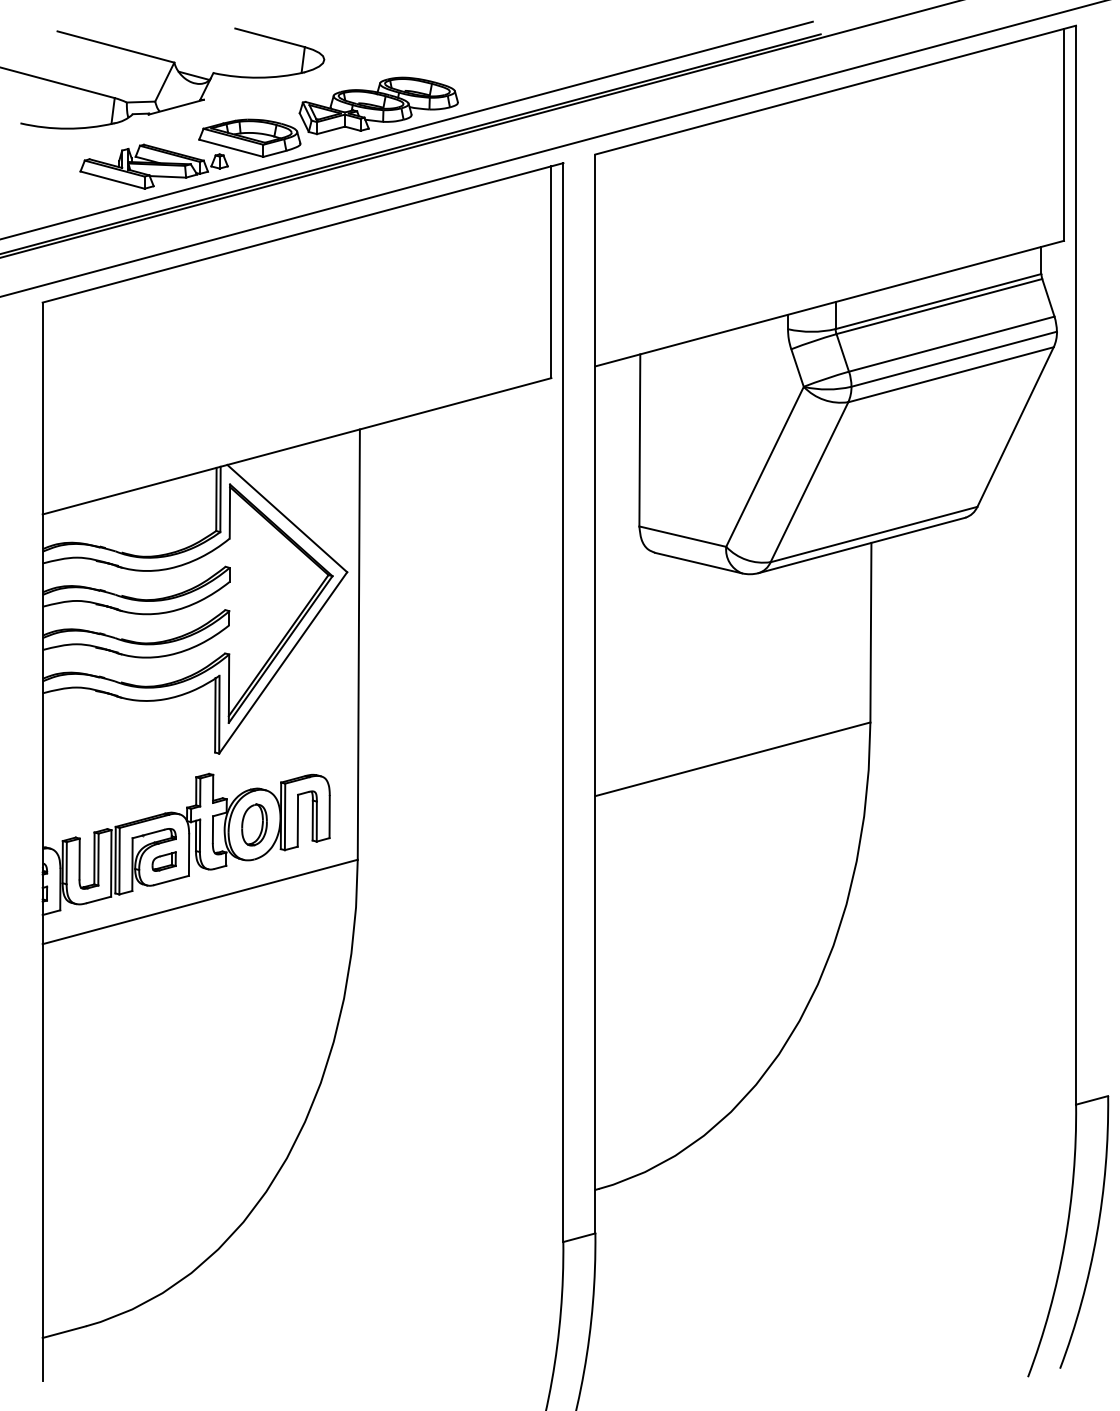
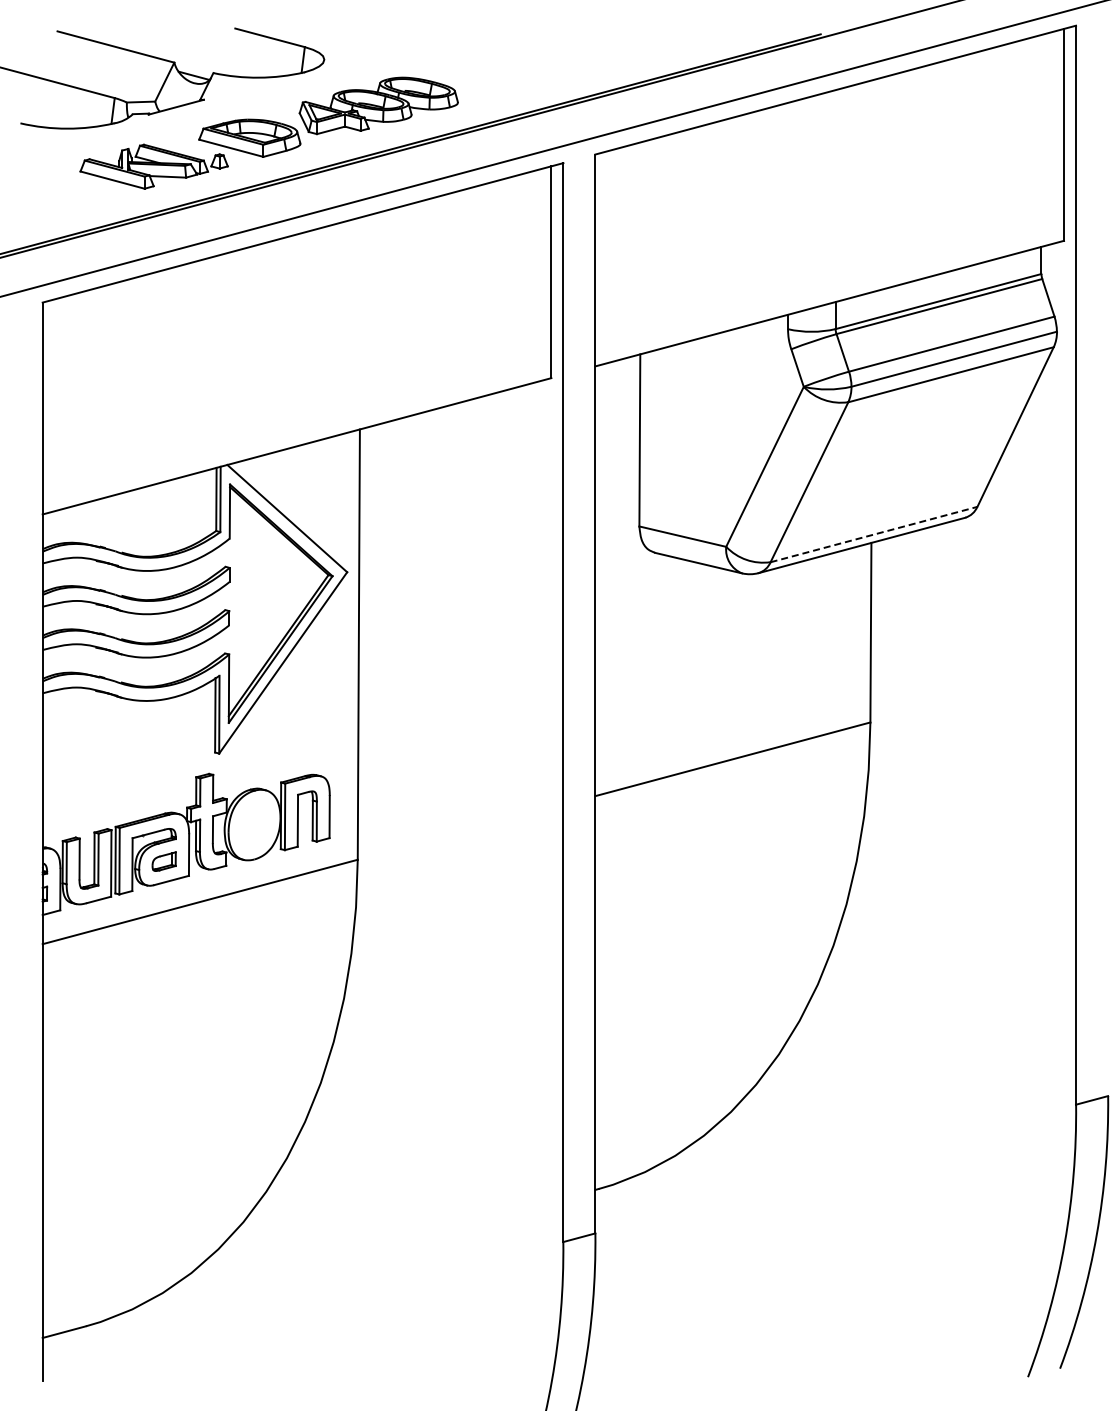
line at (407, 129): present -> none
line at (874, 534): solid -> dashed
part at (254, 824): present -> none
